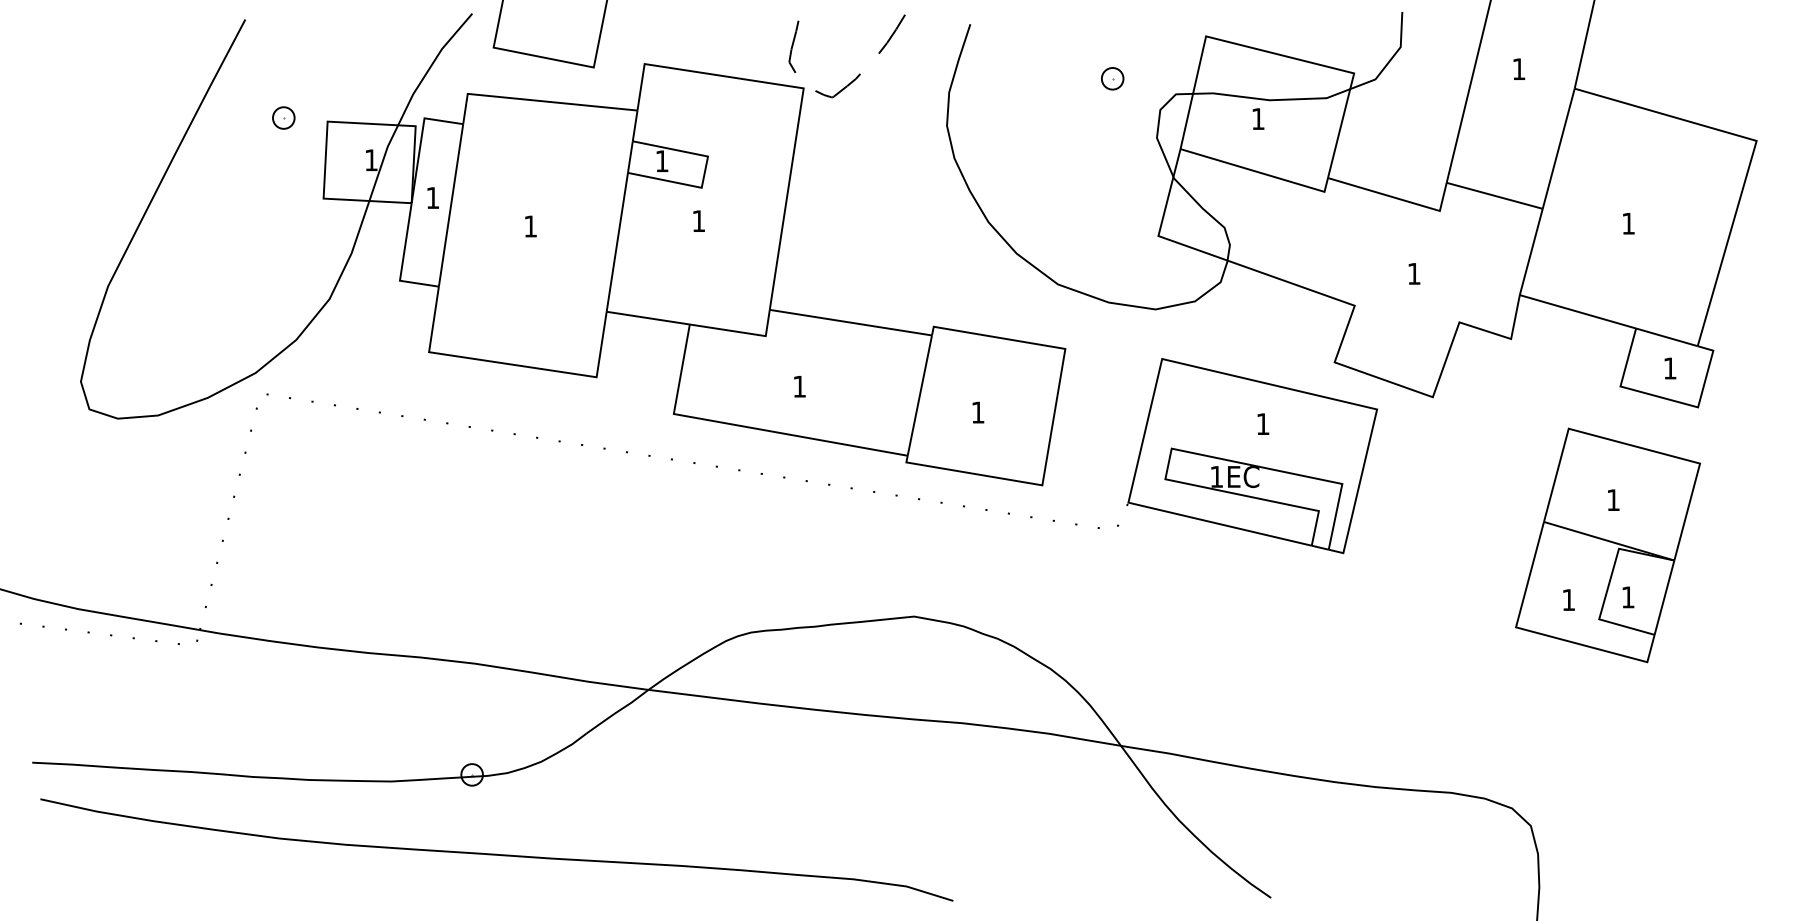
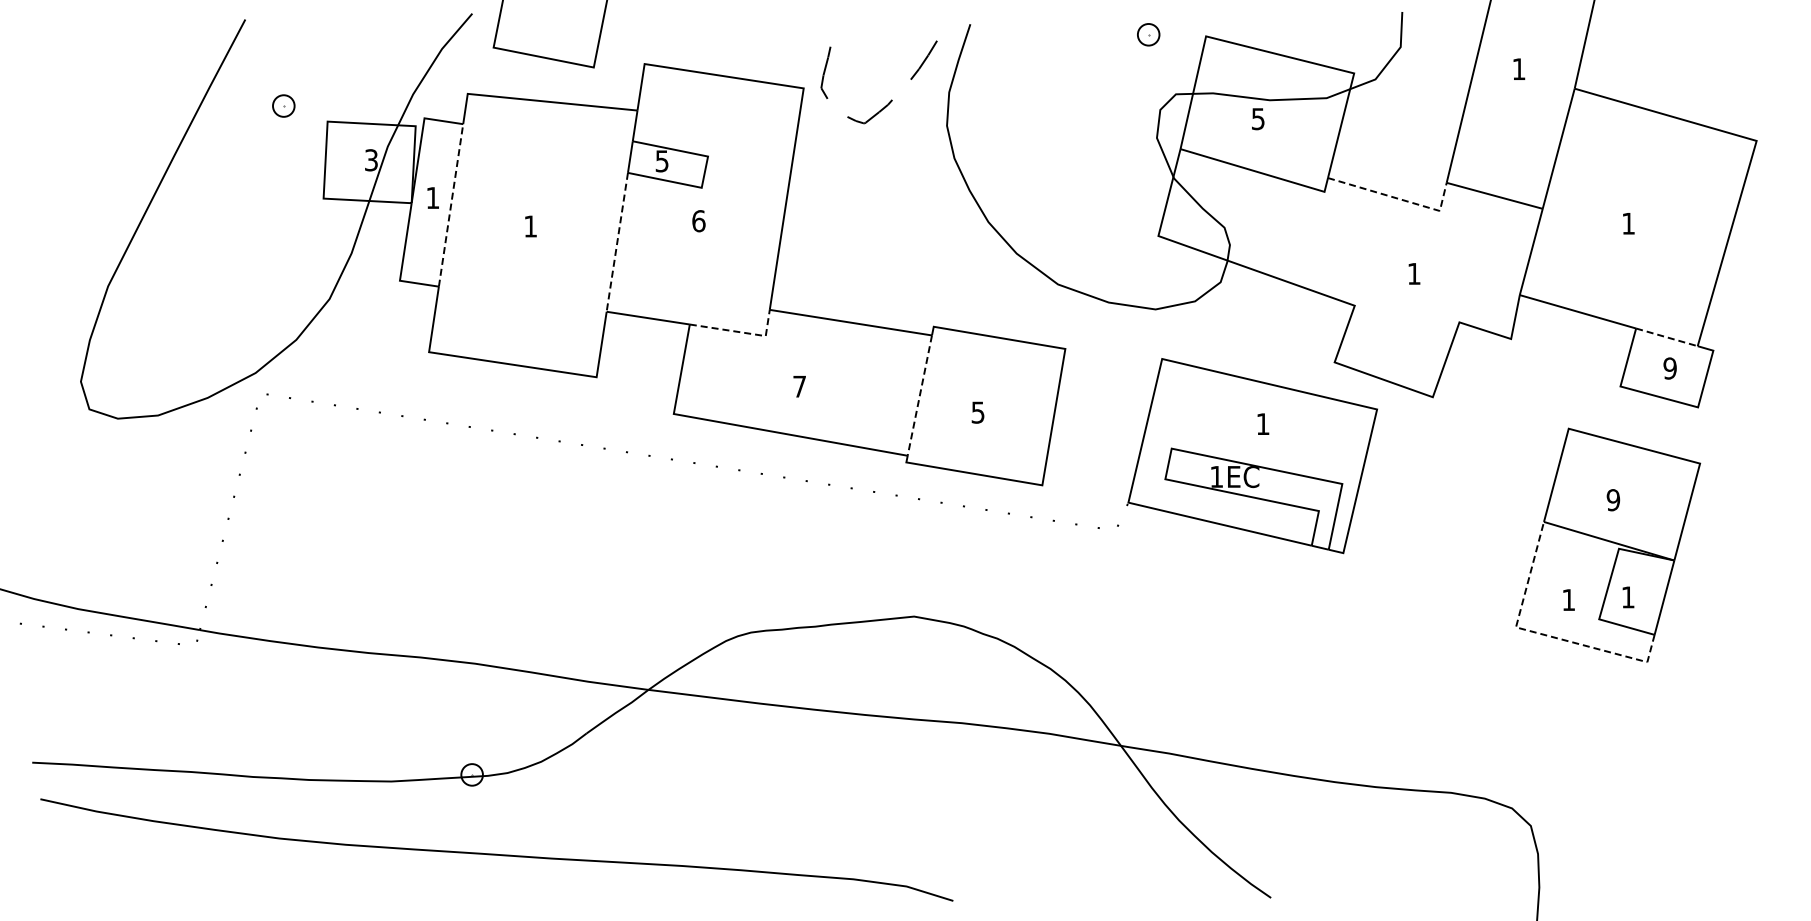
curve at (859, 73) position: (859, 73) -> (891, 99)
part at (1112, 78) position: (1112, 78) -> (1148, 34)
part at (283, 117) position: (283, 117) -> (283, 105)
text at (1258, 119): 1 -> 5
text at (371, 160): 1 -> 3
text at (661, 161): 1 -> 5
line at (1398, 198): solid -> dashed
line at (451, 204): solid -> dashed
text at (698, 221): 1 -> 6
line at (617, 242): solid -> dashed
line at (742, 332): solid -> dashed
line at (1667, 337): solid -> dashed
text at (1669, 368): 1 -> 9
text at (799, 386): 1 -> 7
line at (919, 396): solid -> dashed
text at (977, 412): 1 -> 5
text at (1613, 500): 1 -> 9
line at (1542, 634): solid -> dashed
